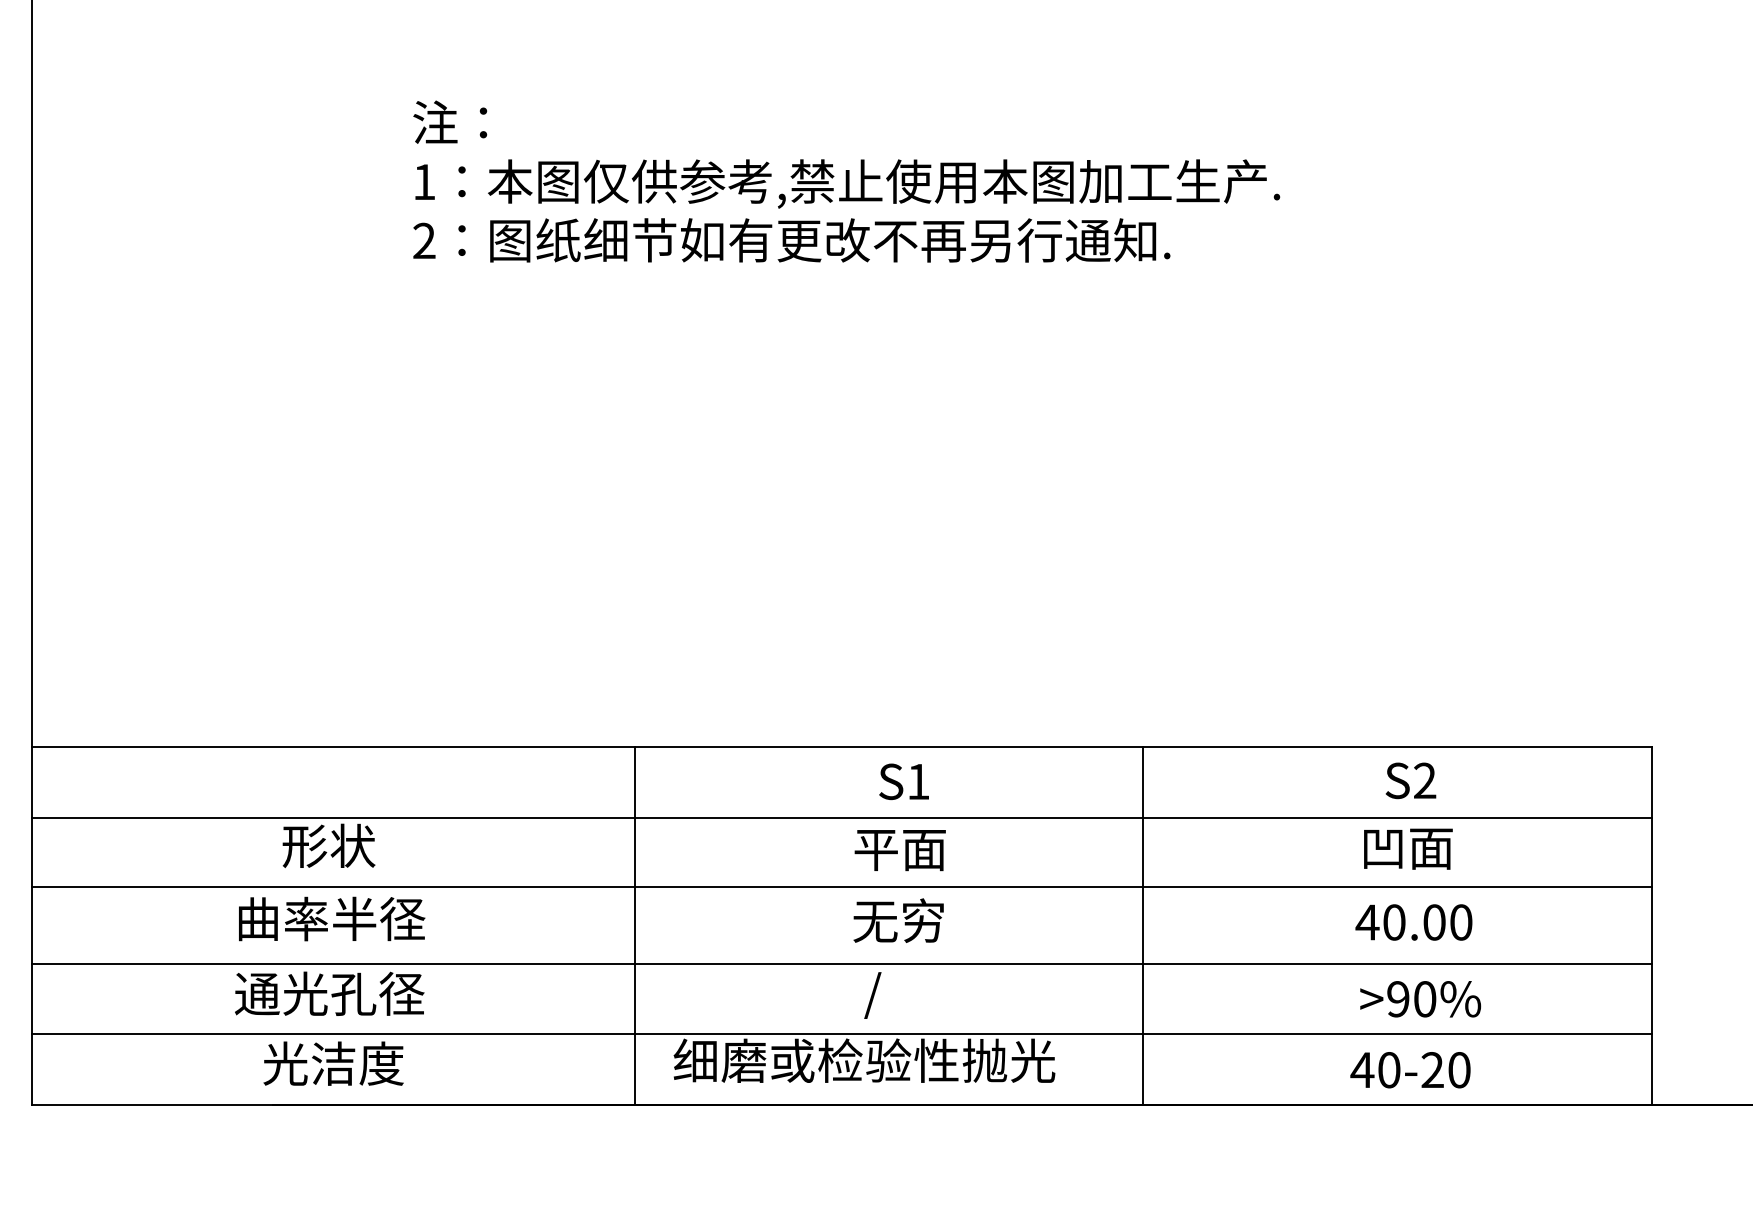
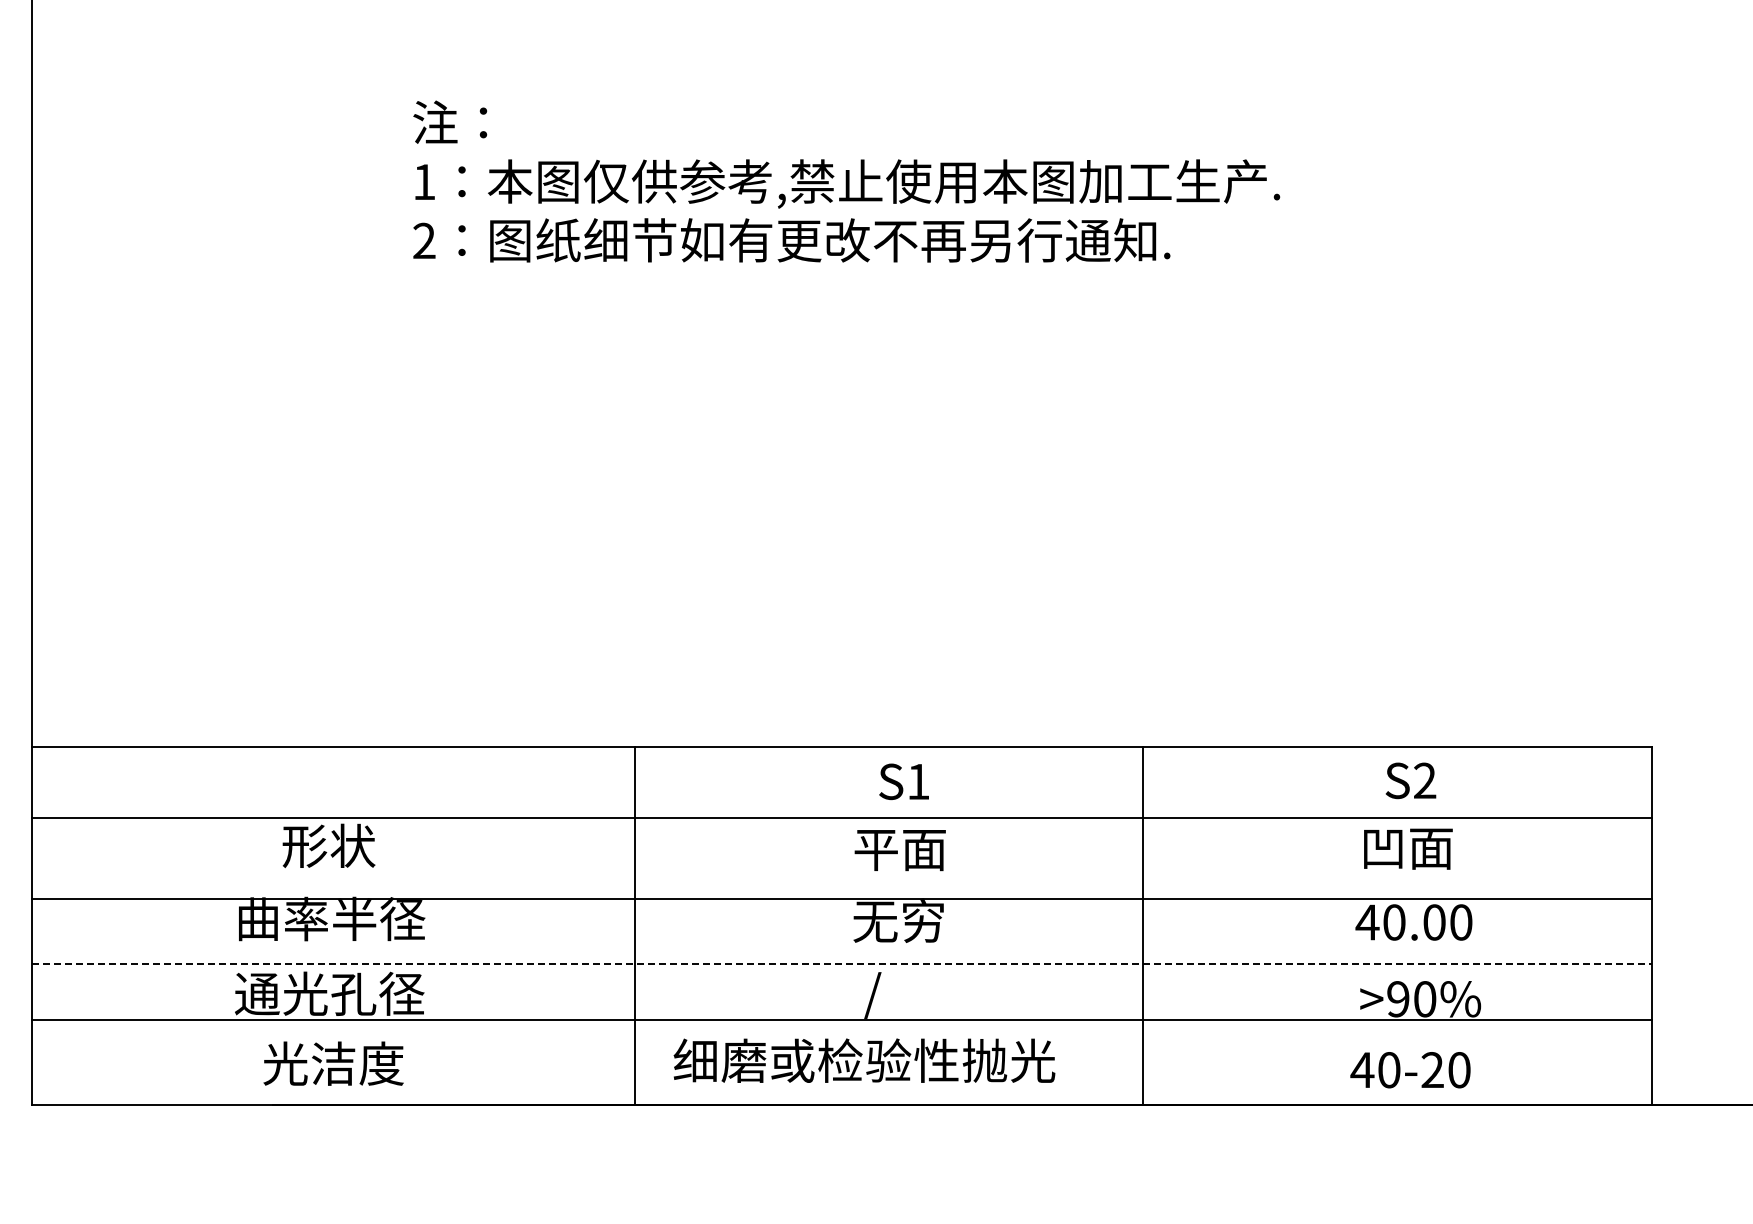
line at (841, 887) position: (841, 887) -> (841, 899)
line at (842, 963): solid -> dashed
line at (841, 1034) position: (841, 1034) -> (841, 1020)
